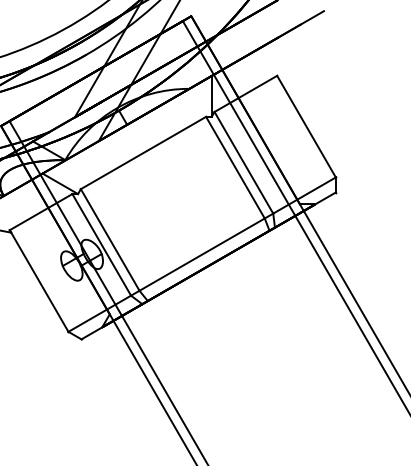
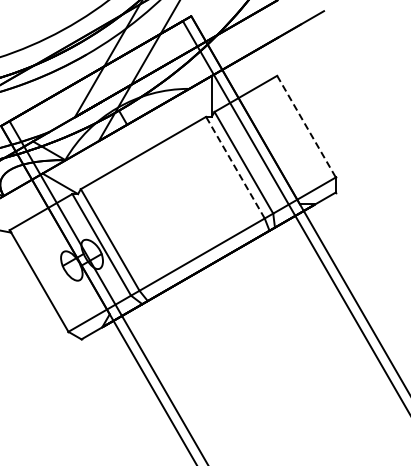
line at (306, 126): solid -> dashed
line at (235, 167): solid -> dashed
